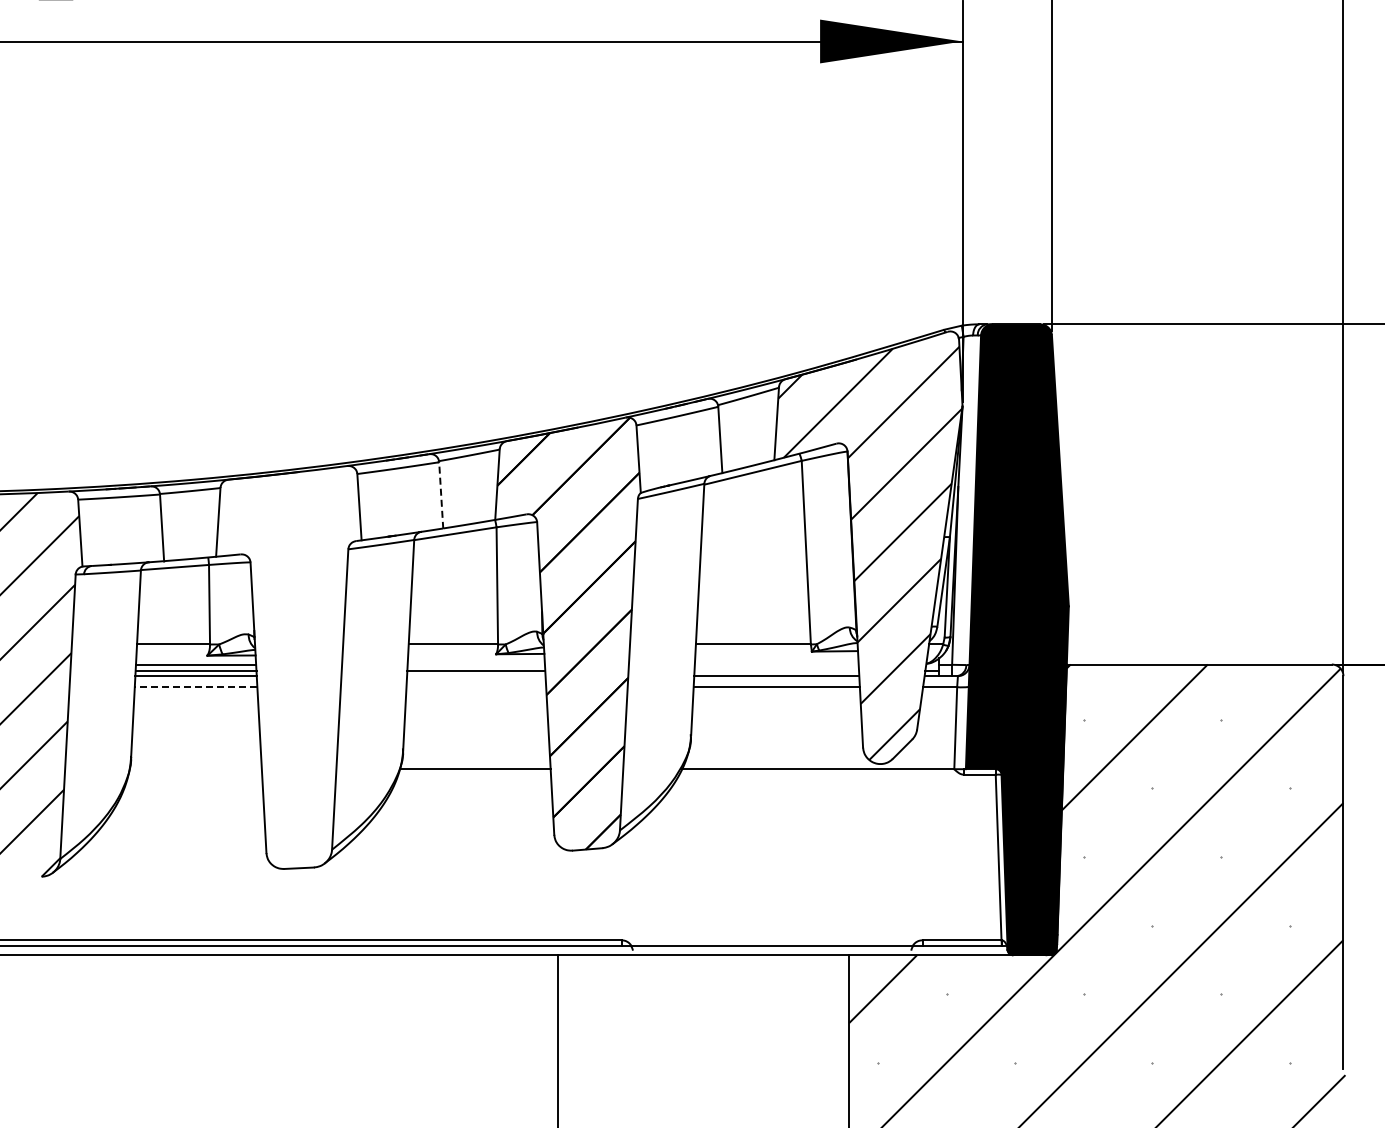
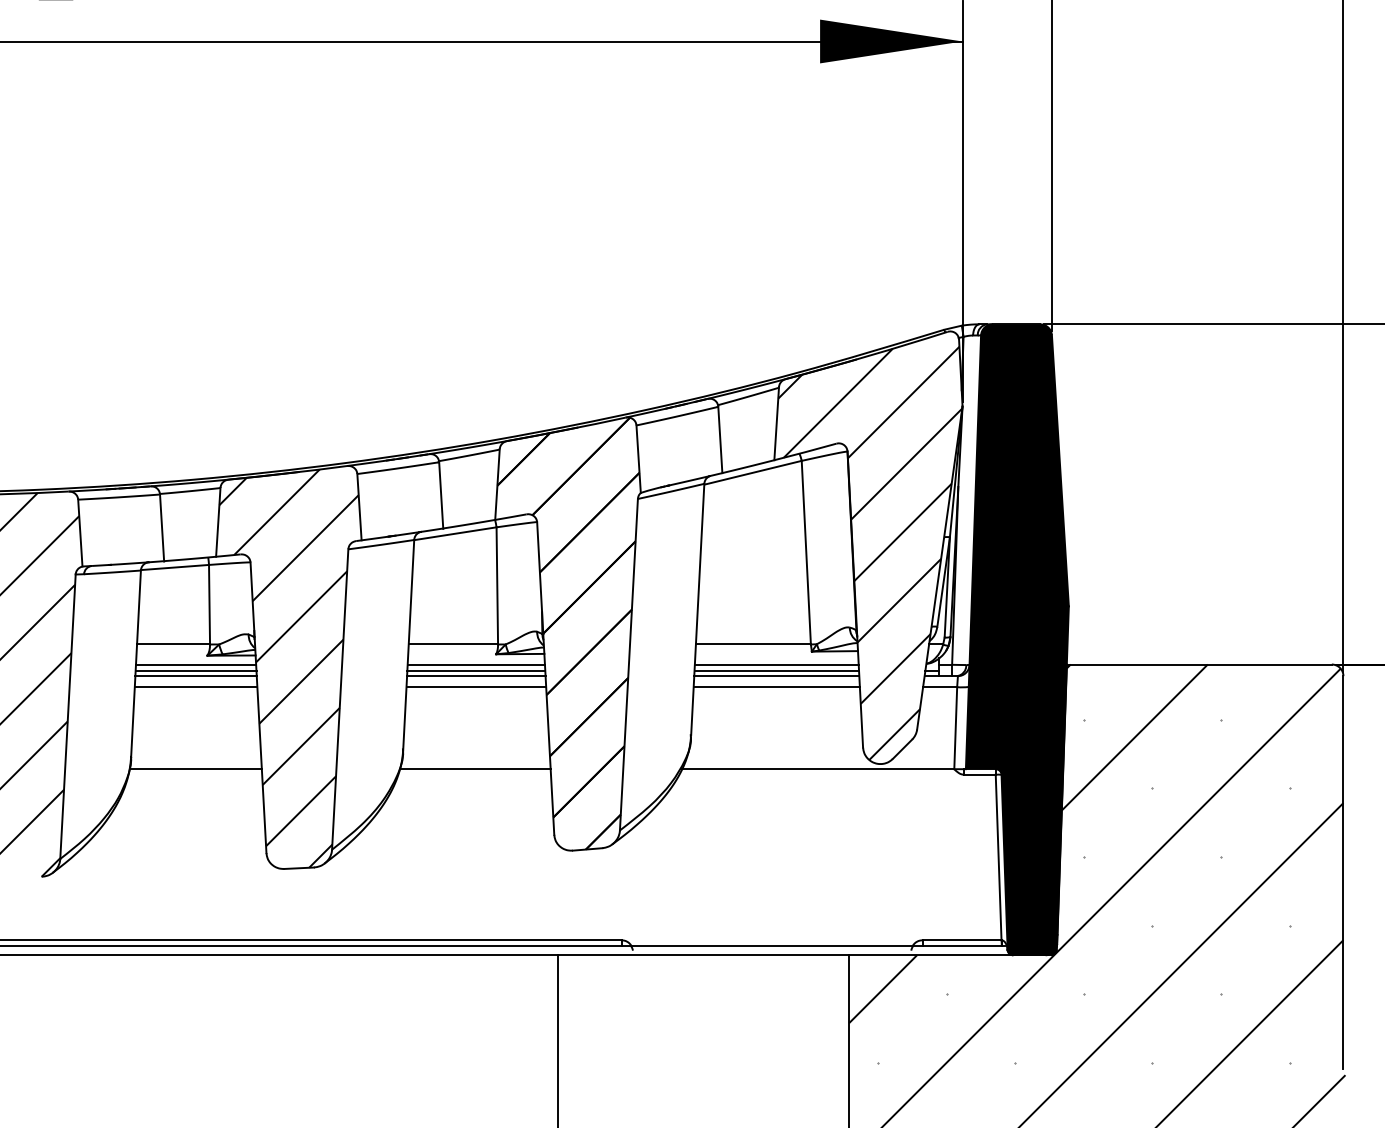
line at (441, 495): dashed -> solid
line at (475, 664): none -> present
line at (776, 664): none -> present
hatch at (288, 668): none -> present
line at (776, 671): none -> present
line at (476, 676): none -> present
line at (195, 687): dashed -> solid
line at (476, 687): none -> present
line at (195, 769): none -> present
